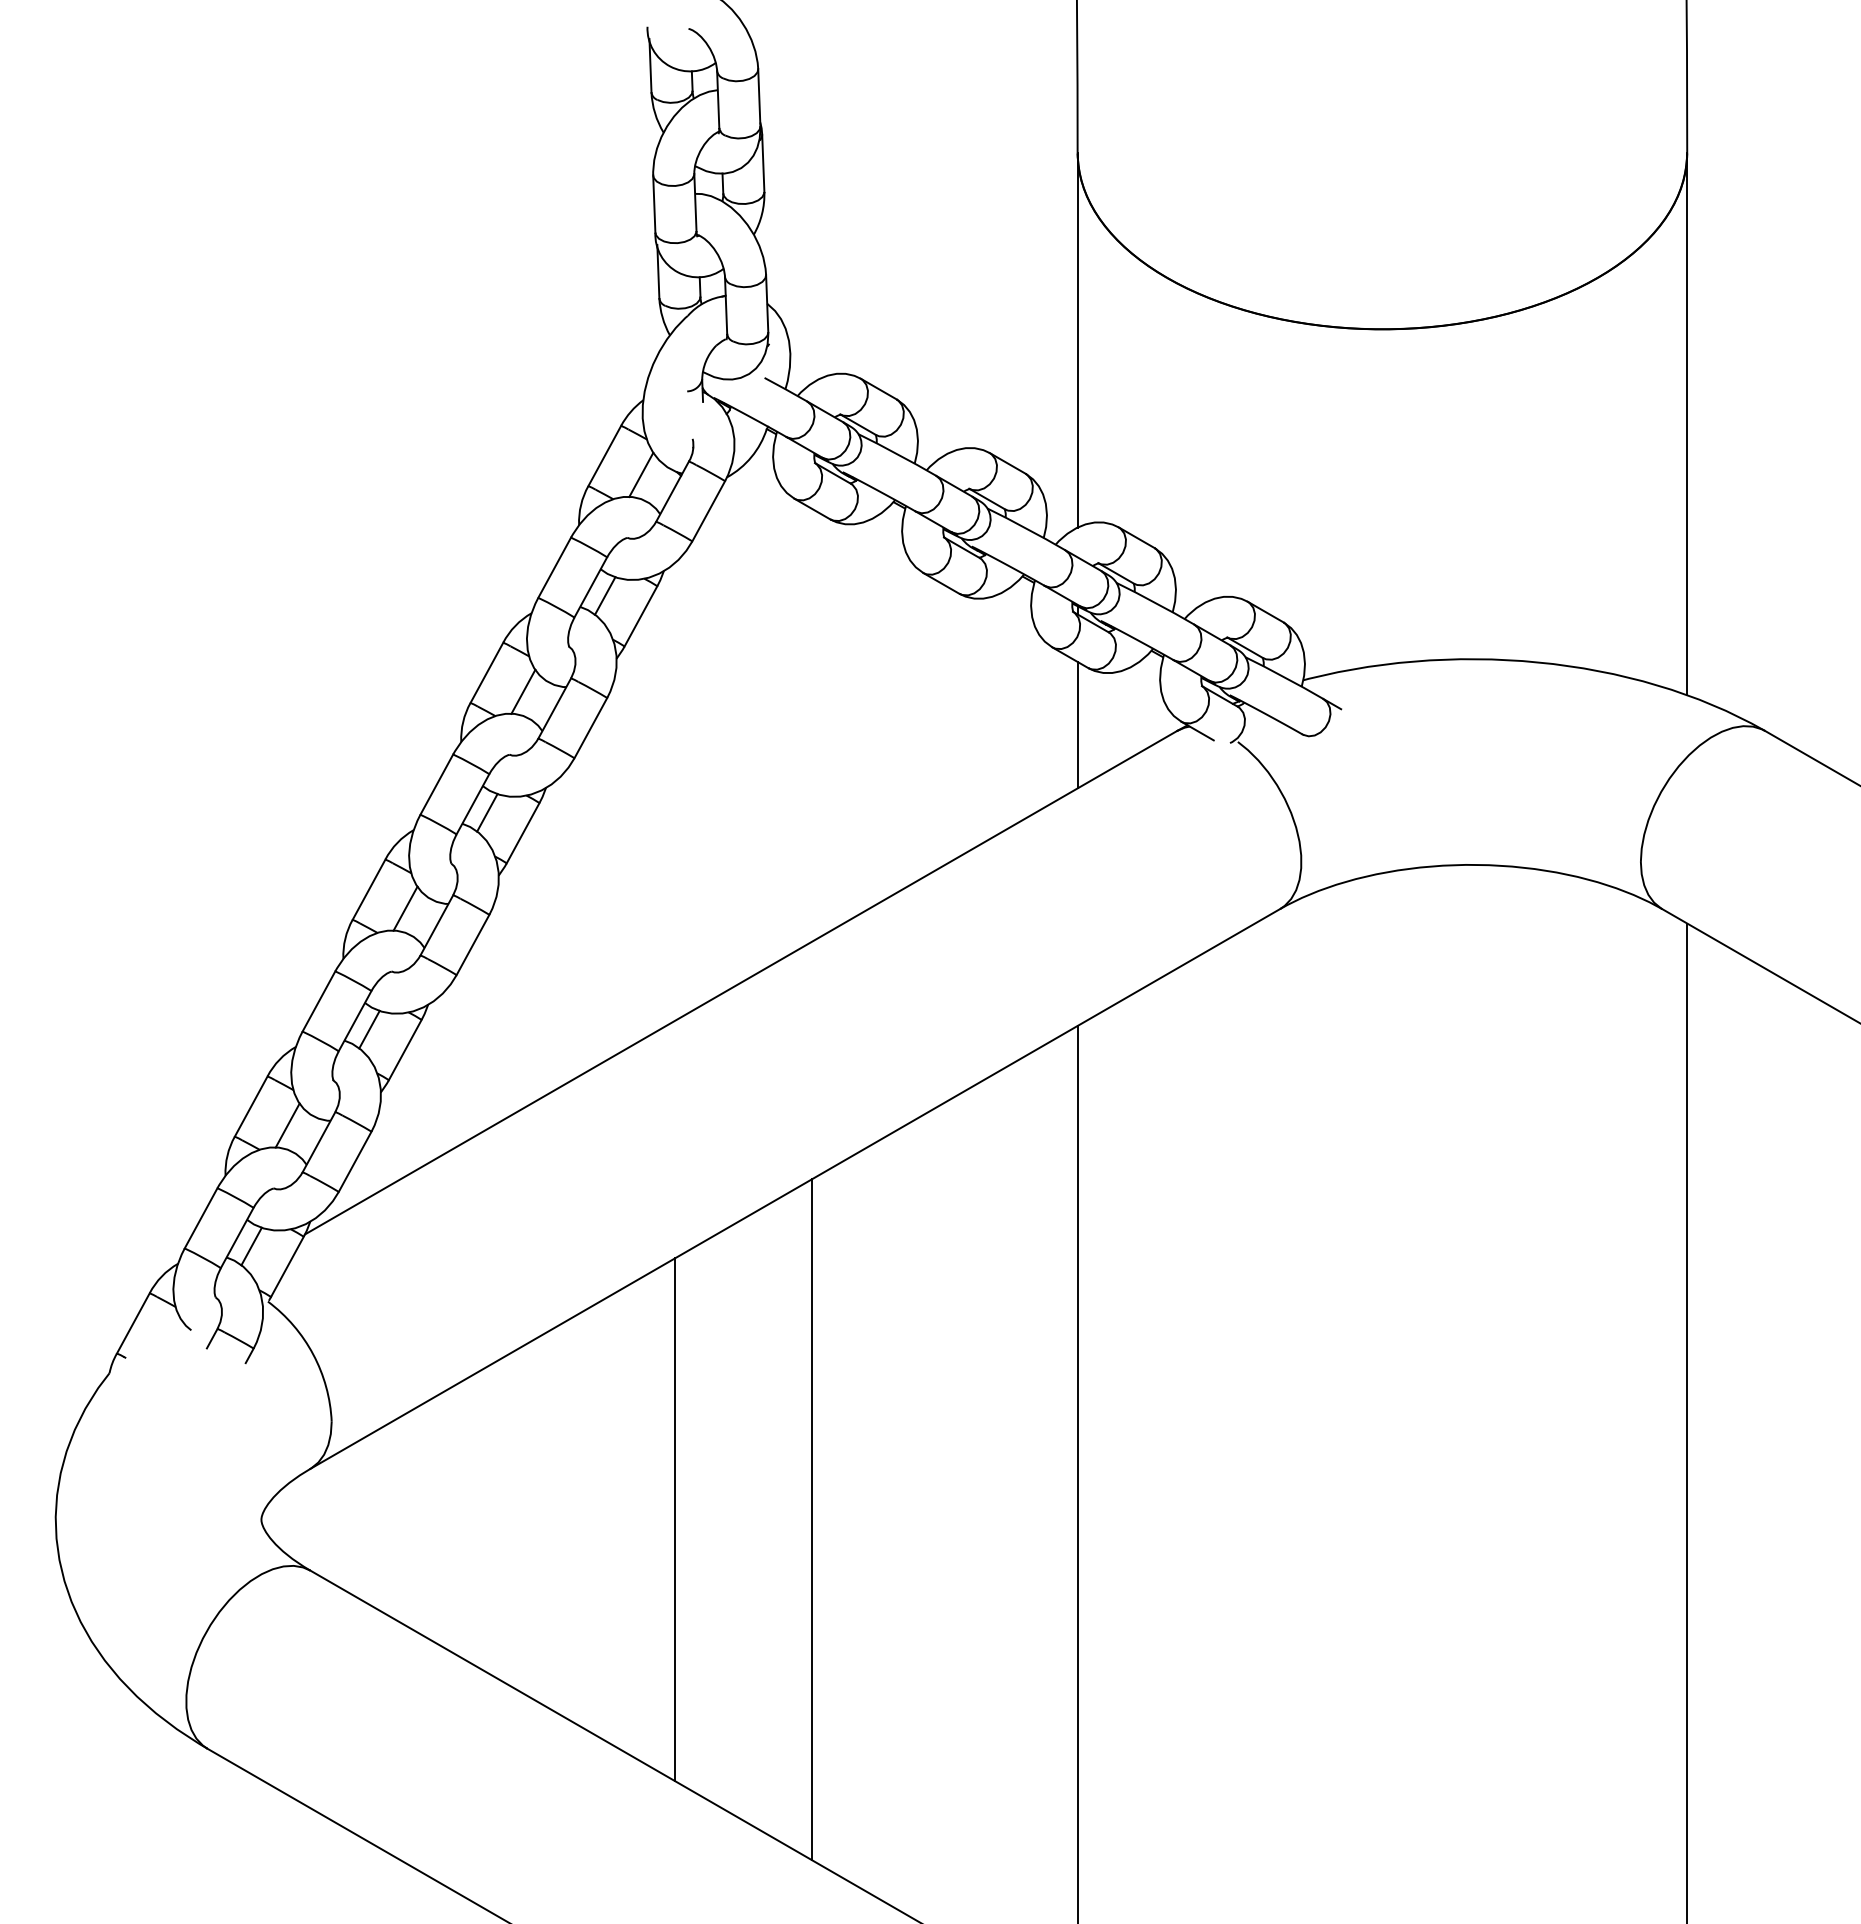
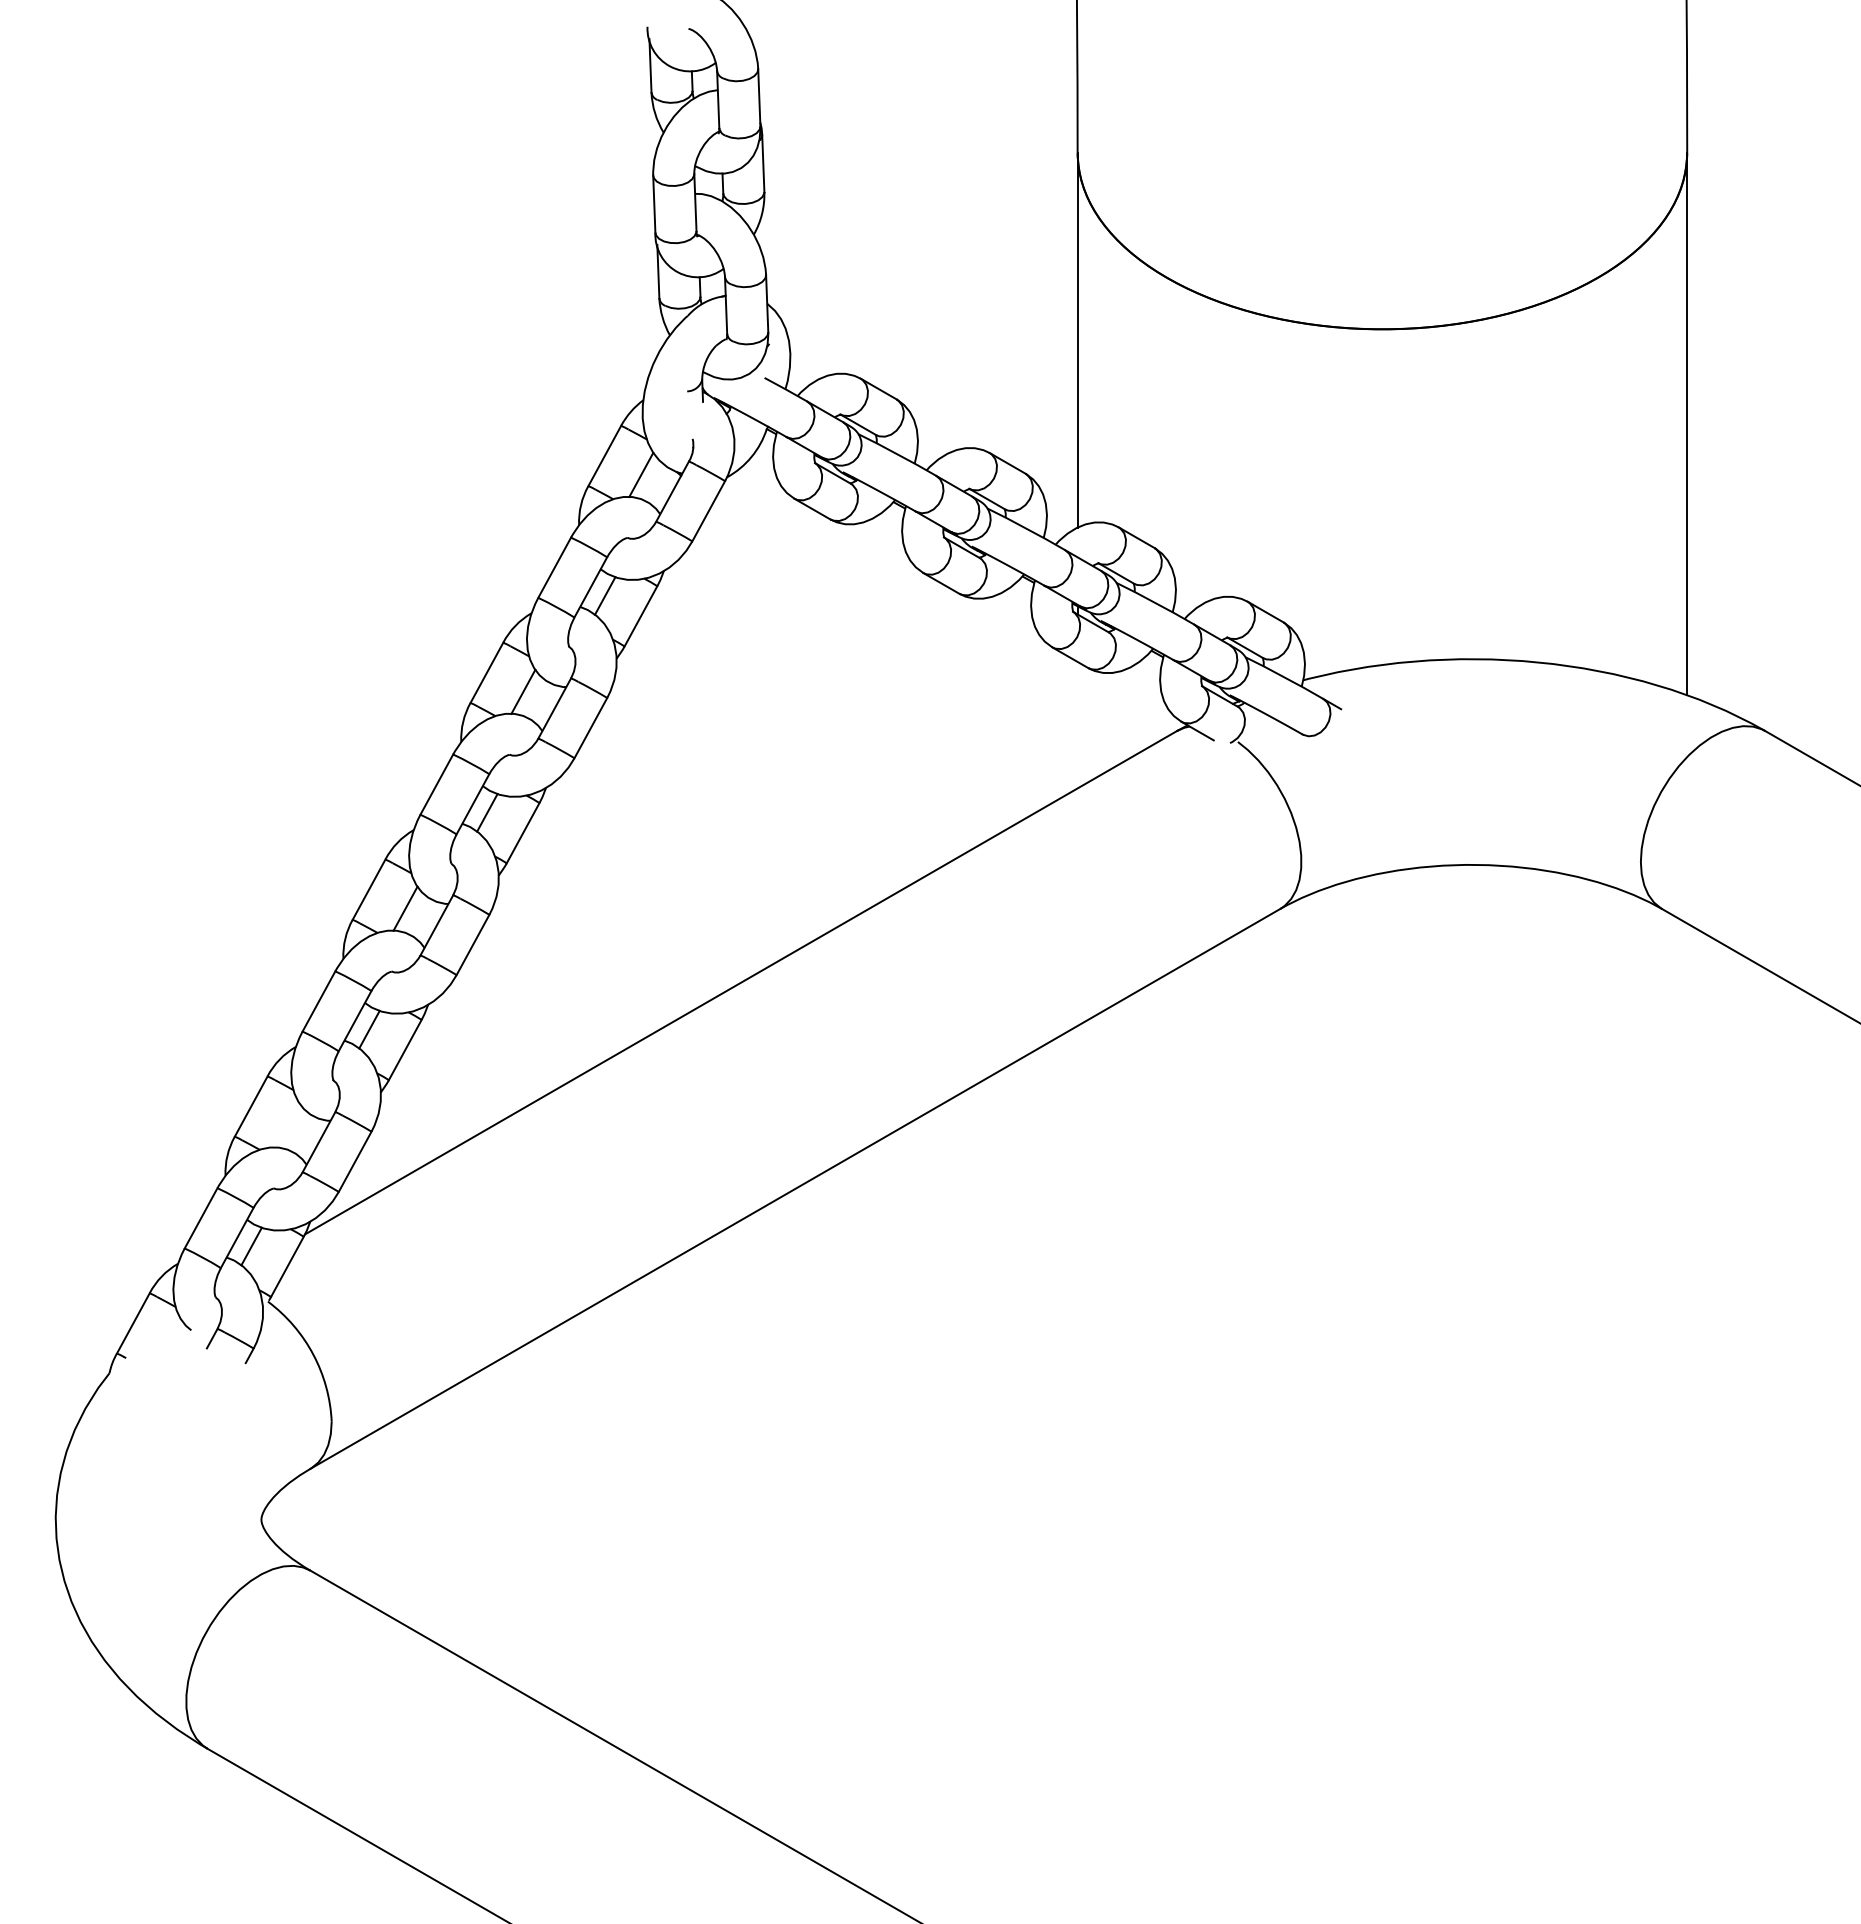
line at (1077, 724): present -> none
line at (287, 1125): present -> none
line at (1687, 1421): present -> none
line at (1077, 1472): present -> none
line at (675, 1519): present -> none
line at (812, 1519): present -> none
